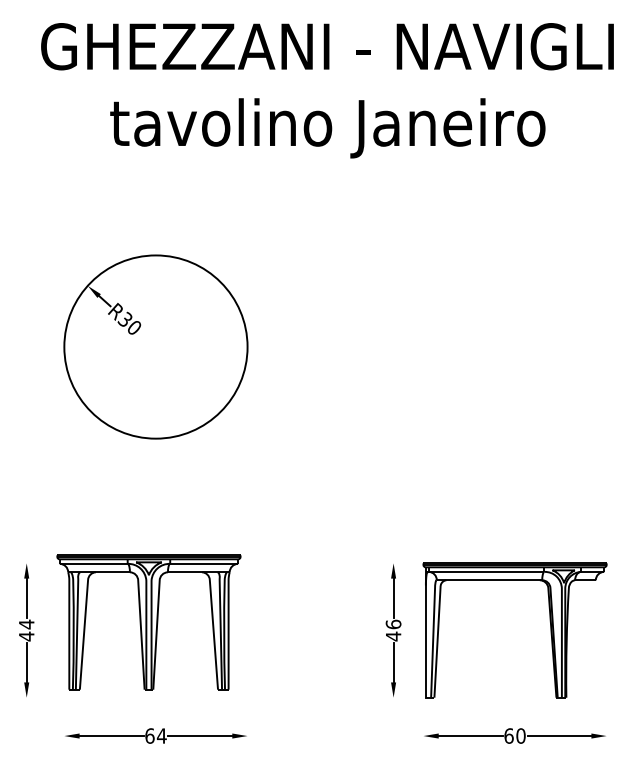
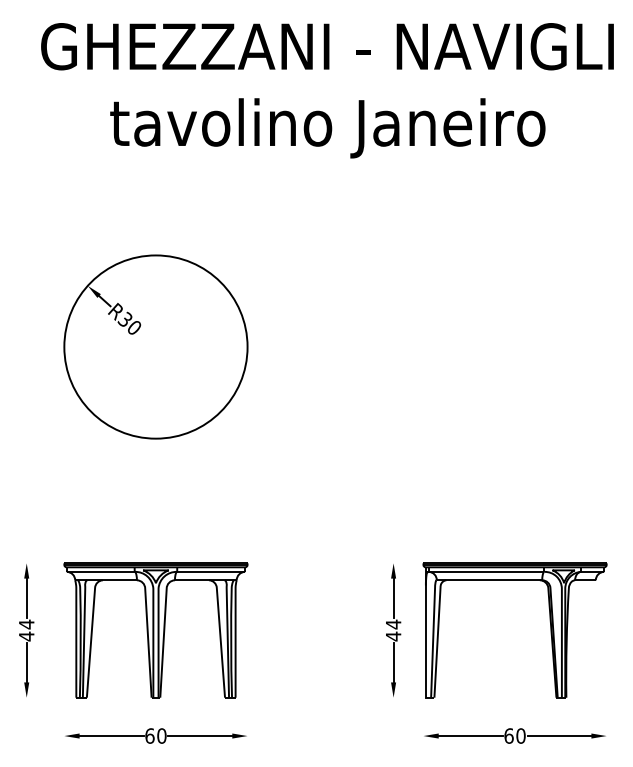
part at (148, 622) position: (148, 622) -> (155, 630)
text at (393, 624): 46 -> 44
text at (161, 735): 64 -> 60
